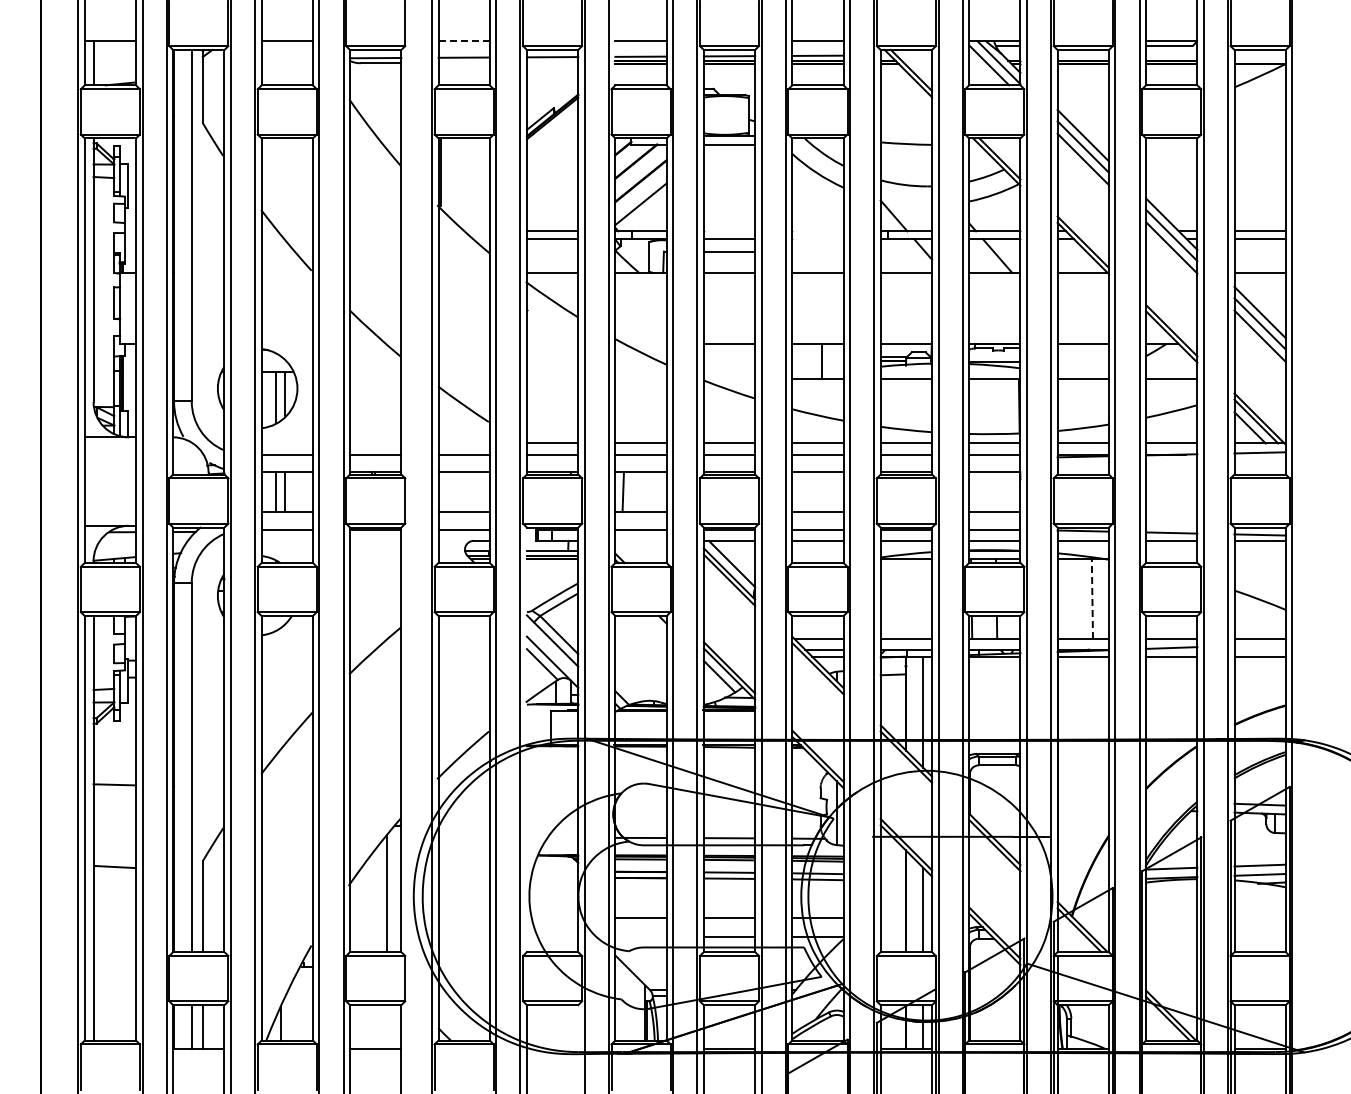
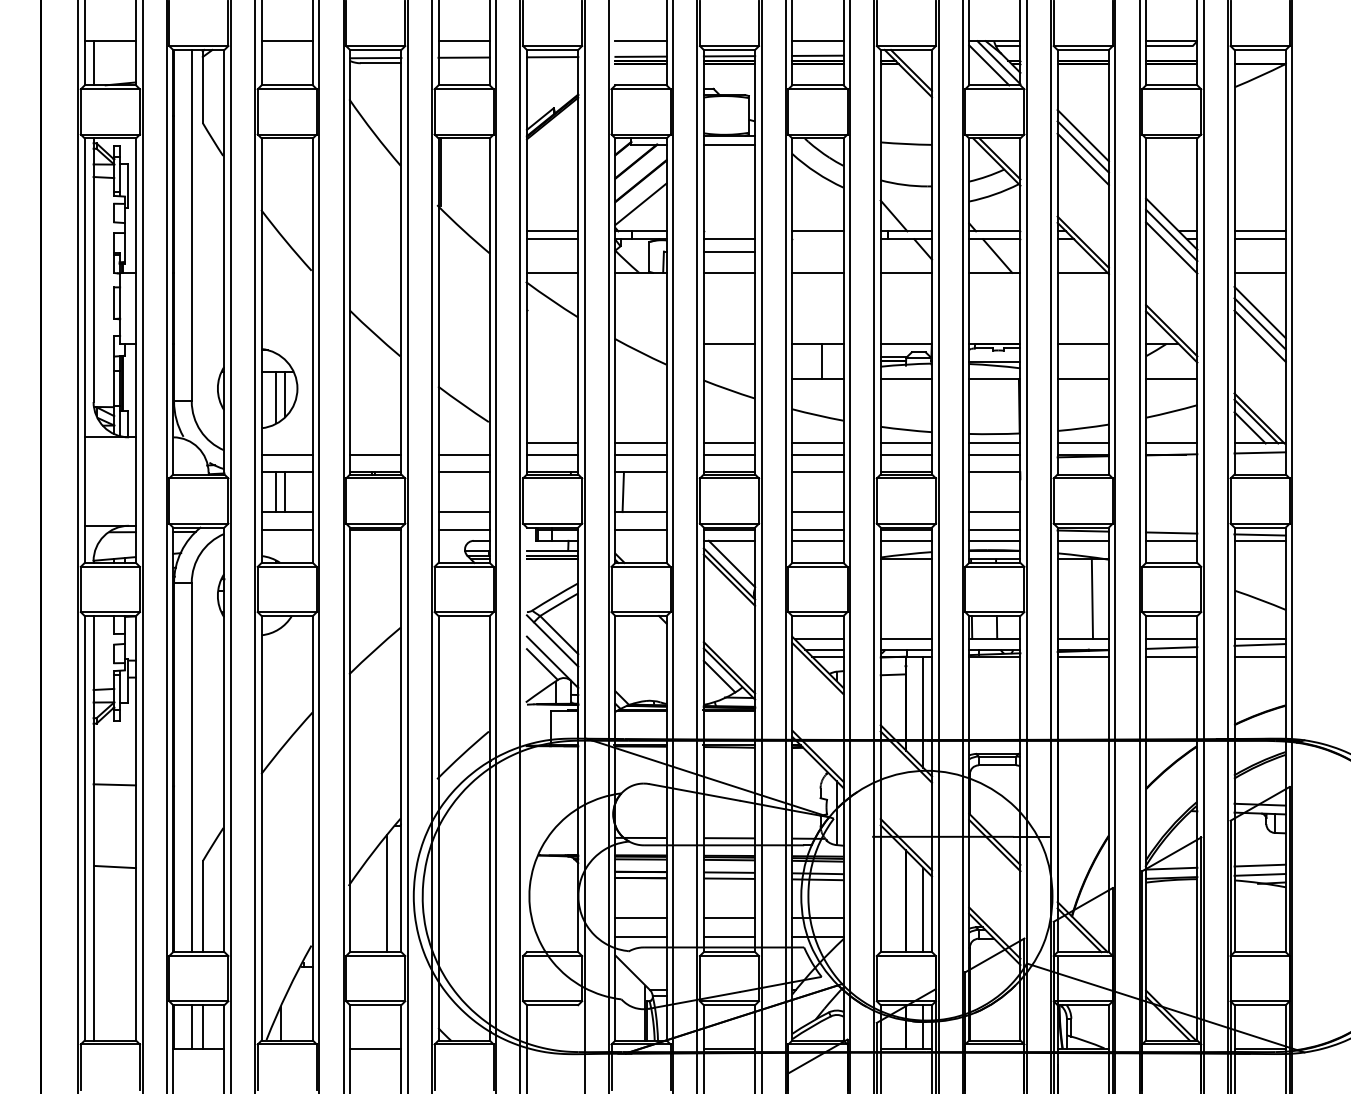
line at (464, 41): dashed -> solid
line at (817, 231): none -> present
line at (407, 546): none -> present
line at (1092, 599): dashed -> solid
line at (1259, 644): none -> present
line at (640, 936): none -> present
